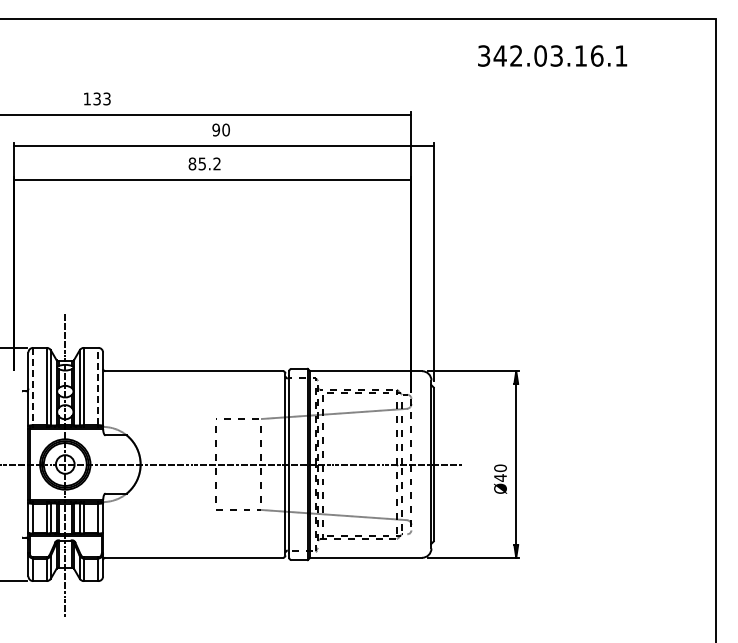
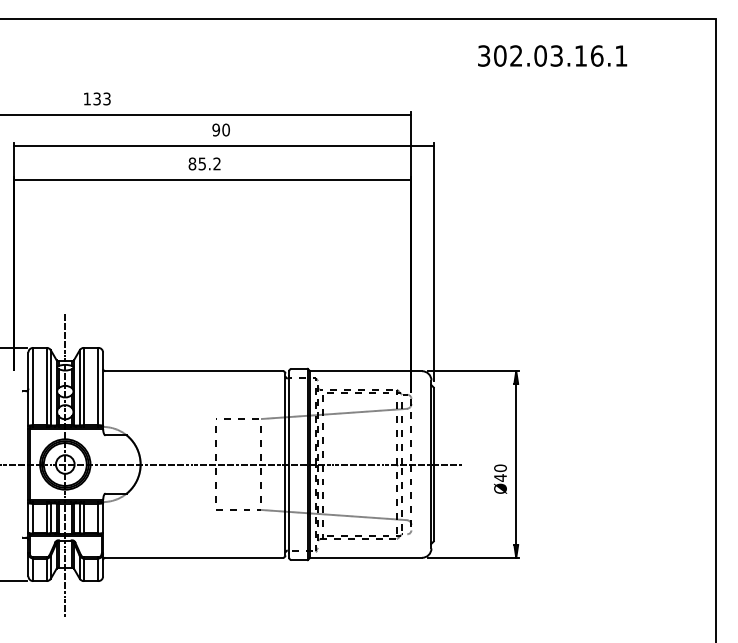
text at (499, 55): 342.03.16.1 -> 302.03.16.1
line at (33, 386): dashed -> solid
line at (98, 386): dashed -> solid
